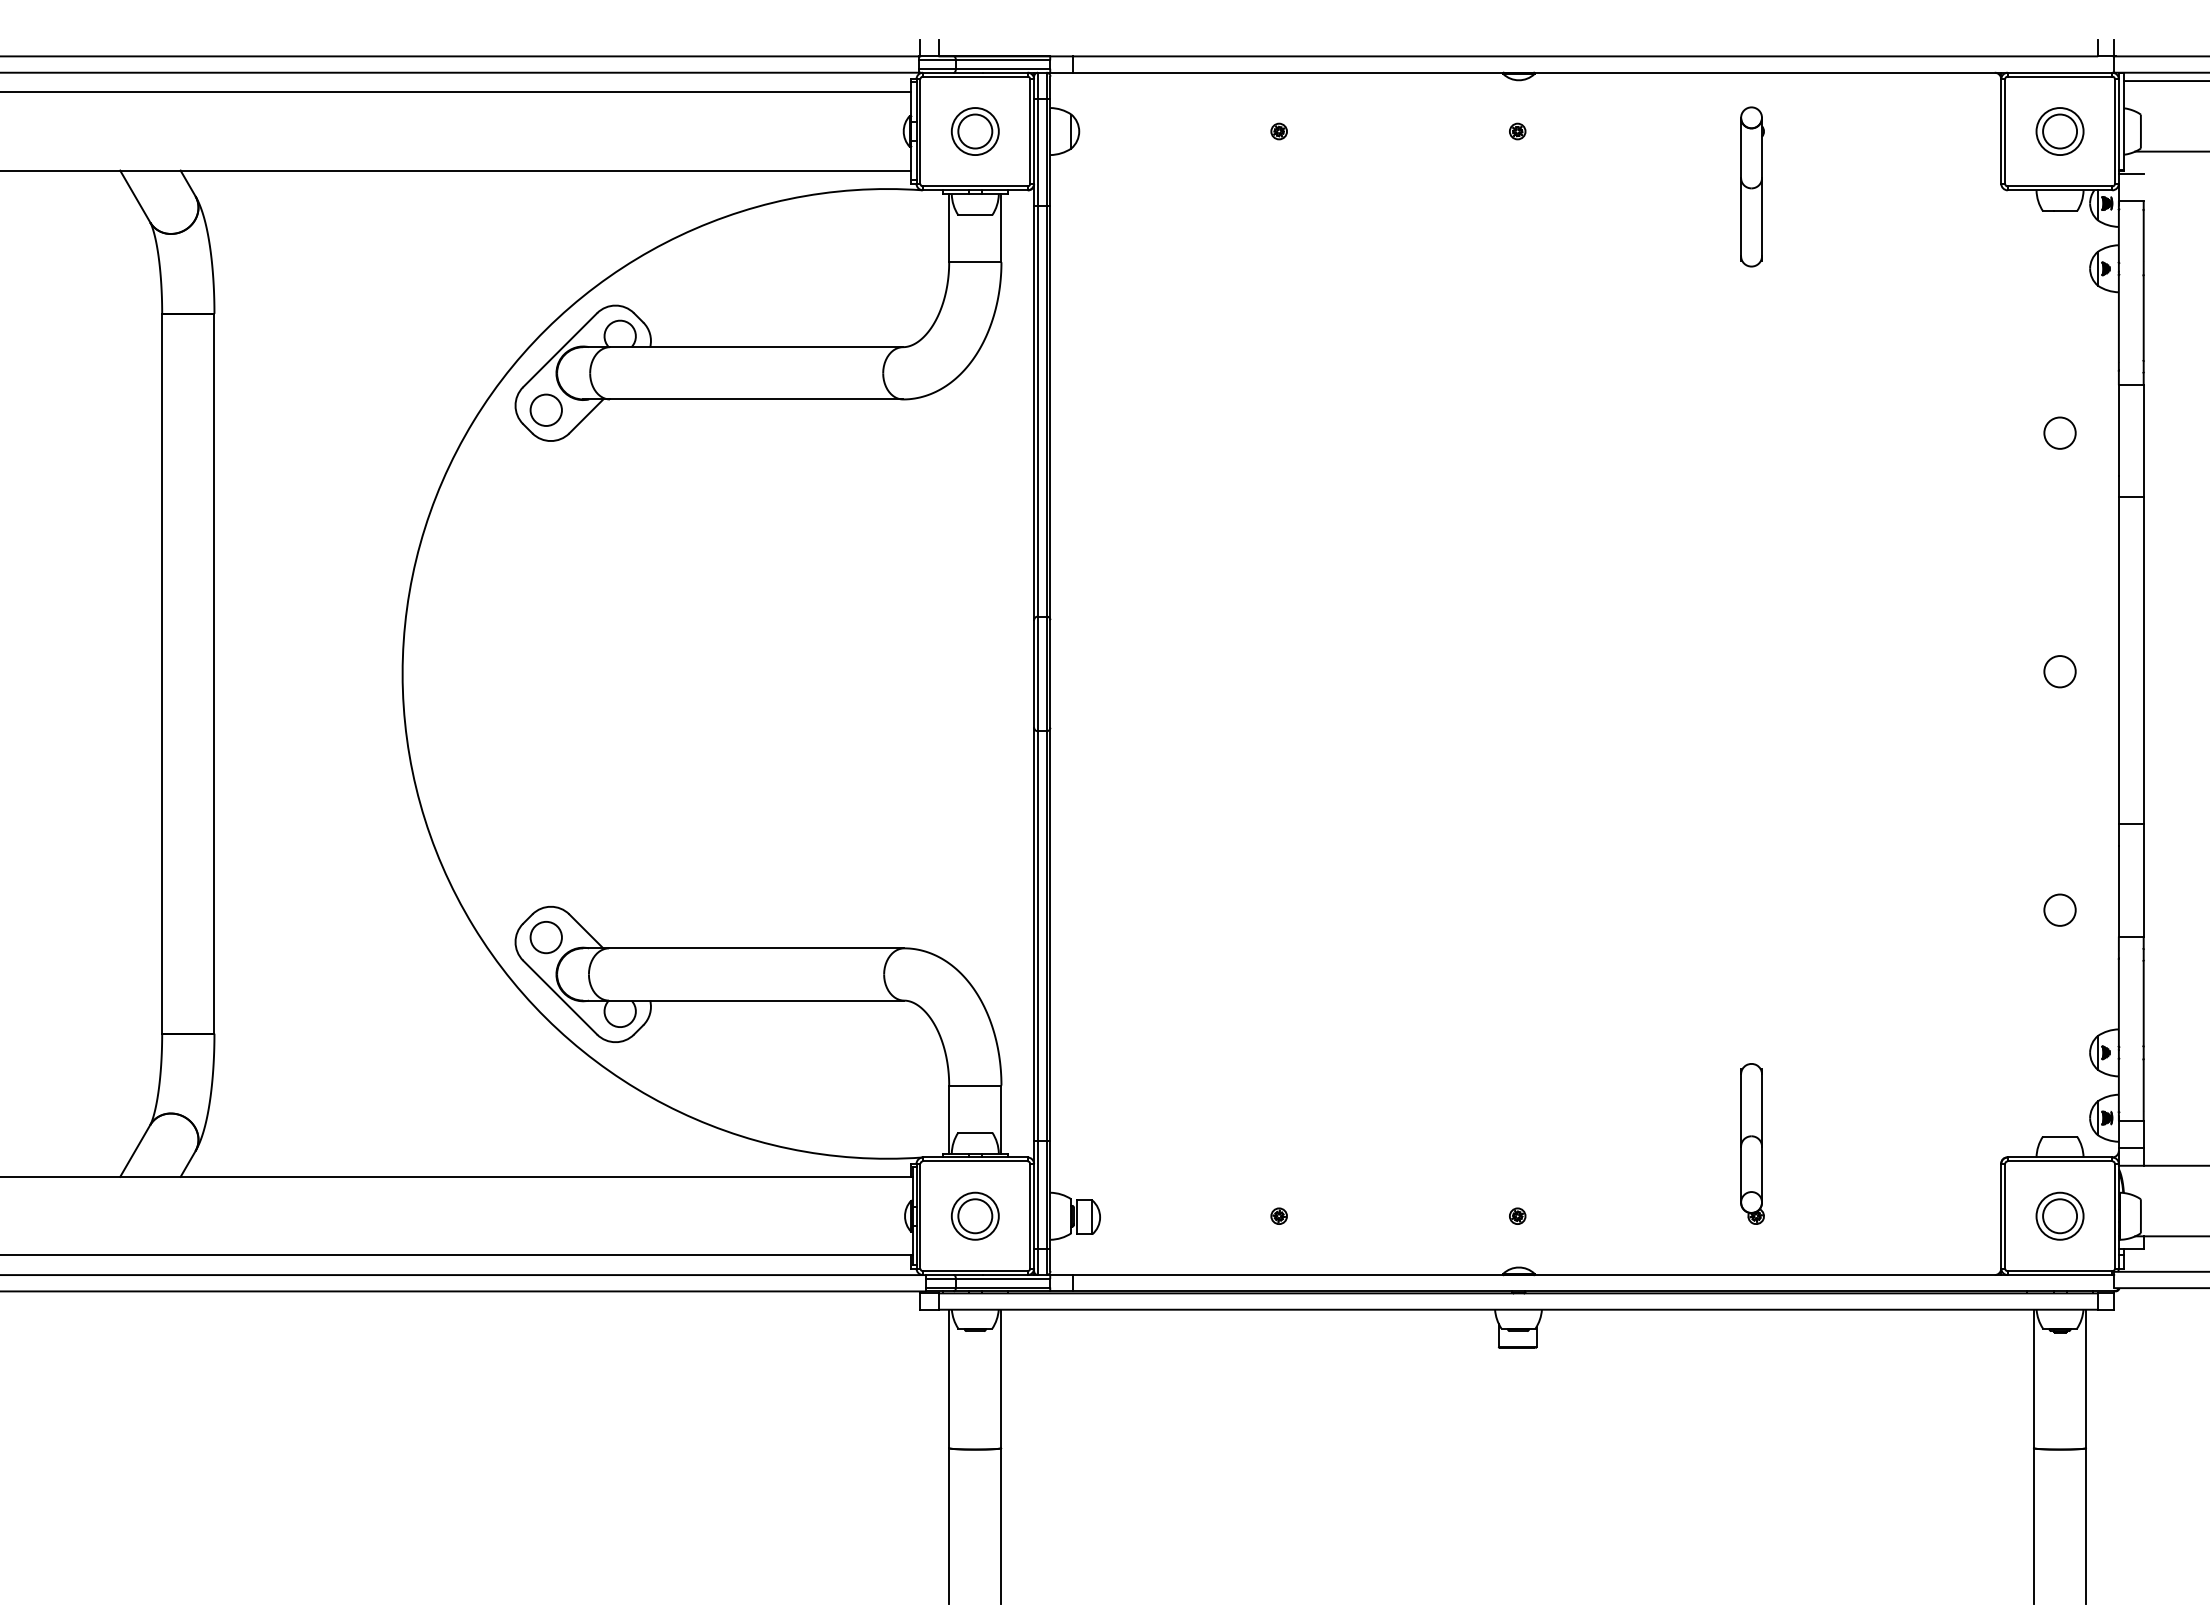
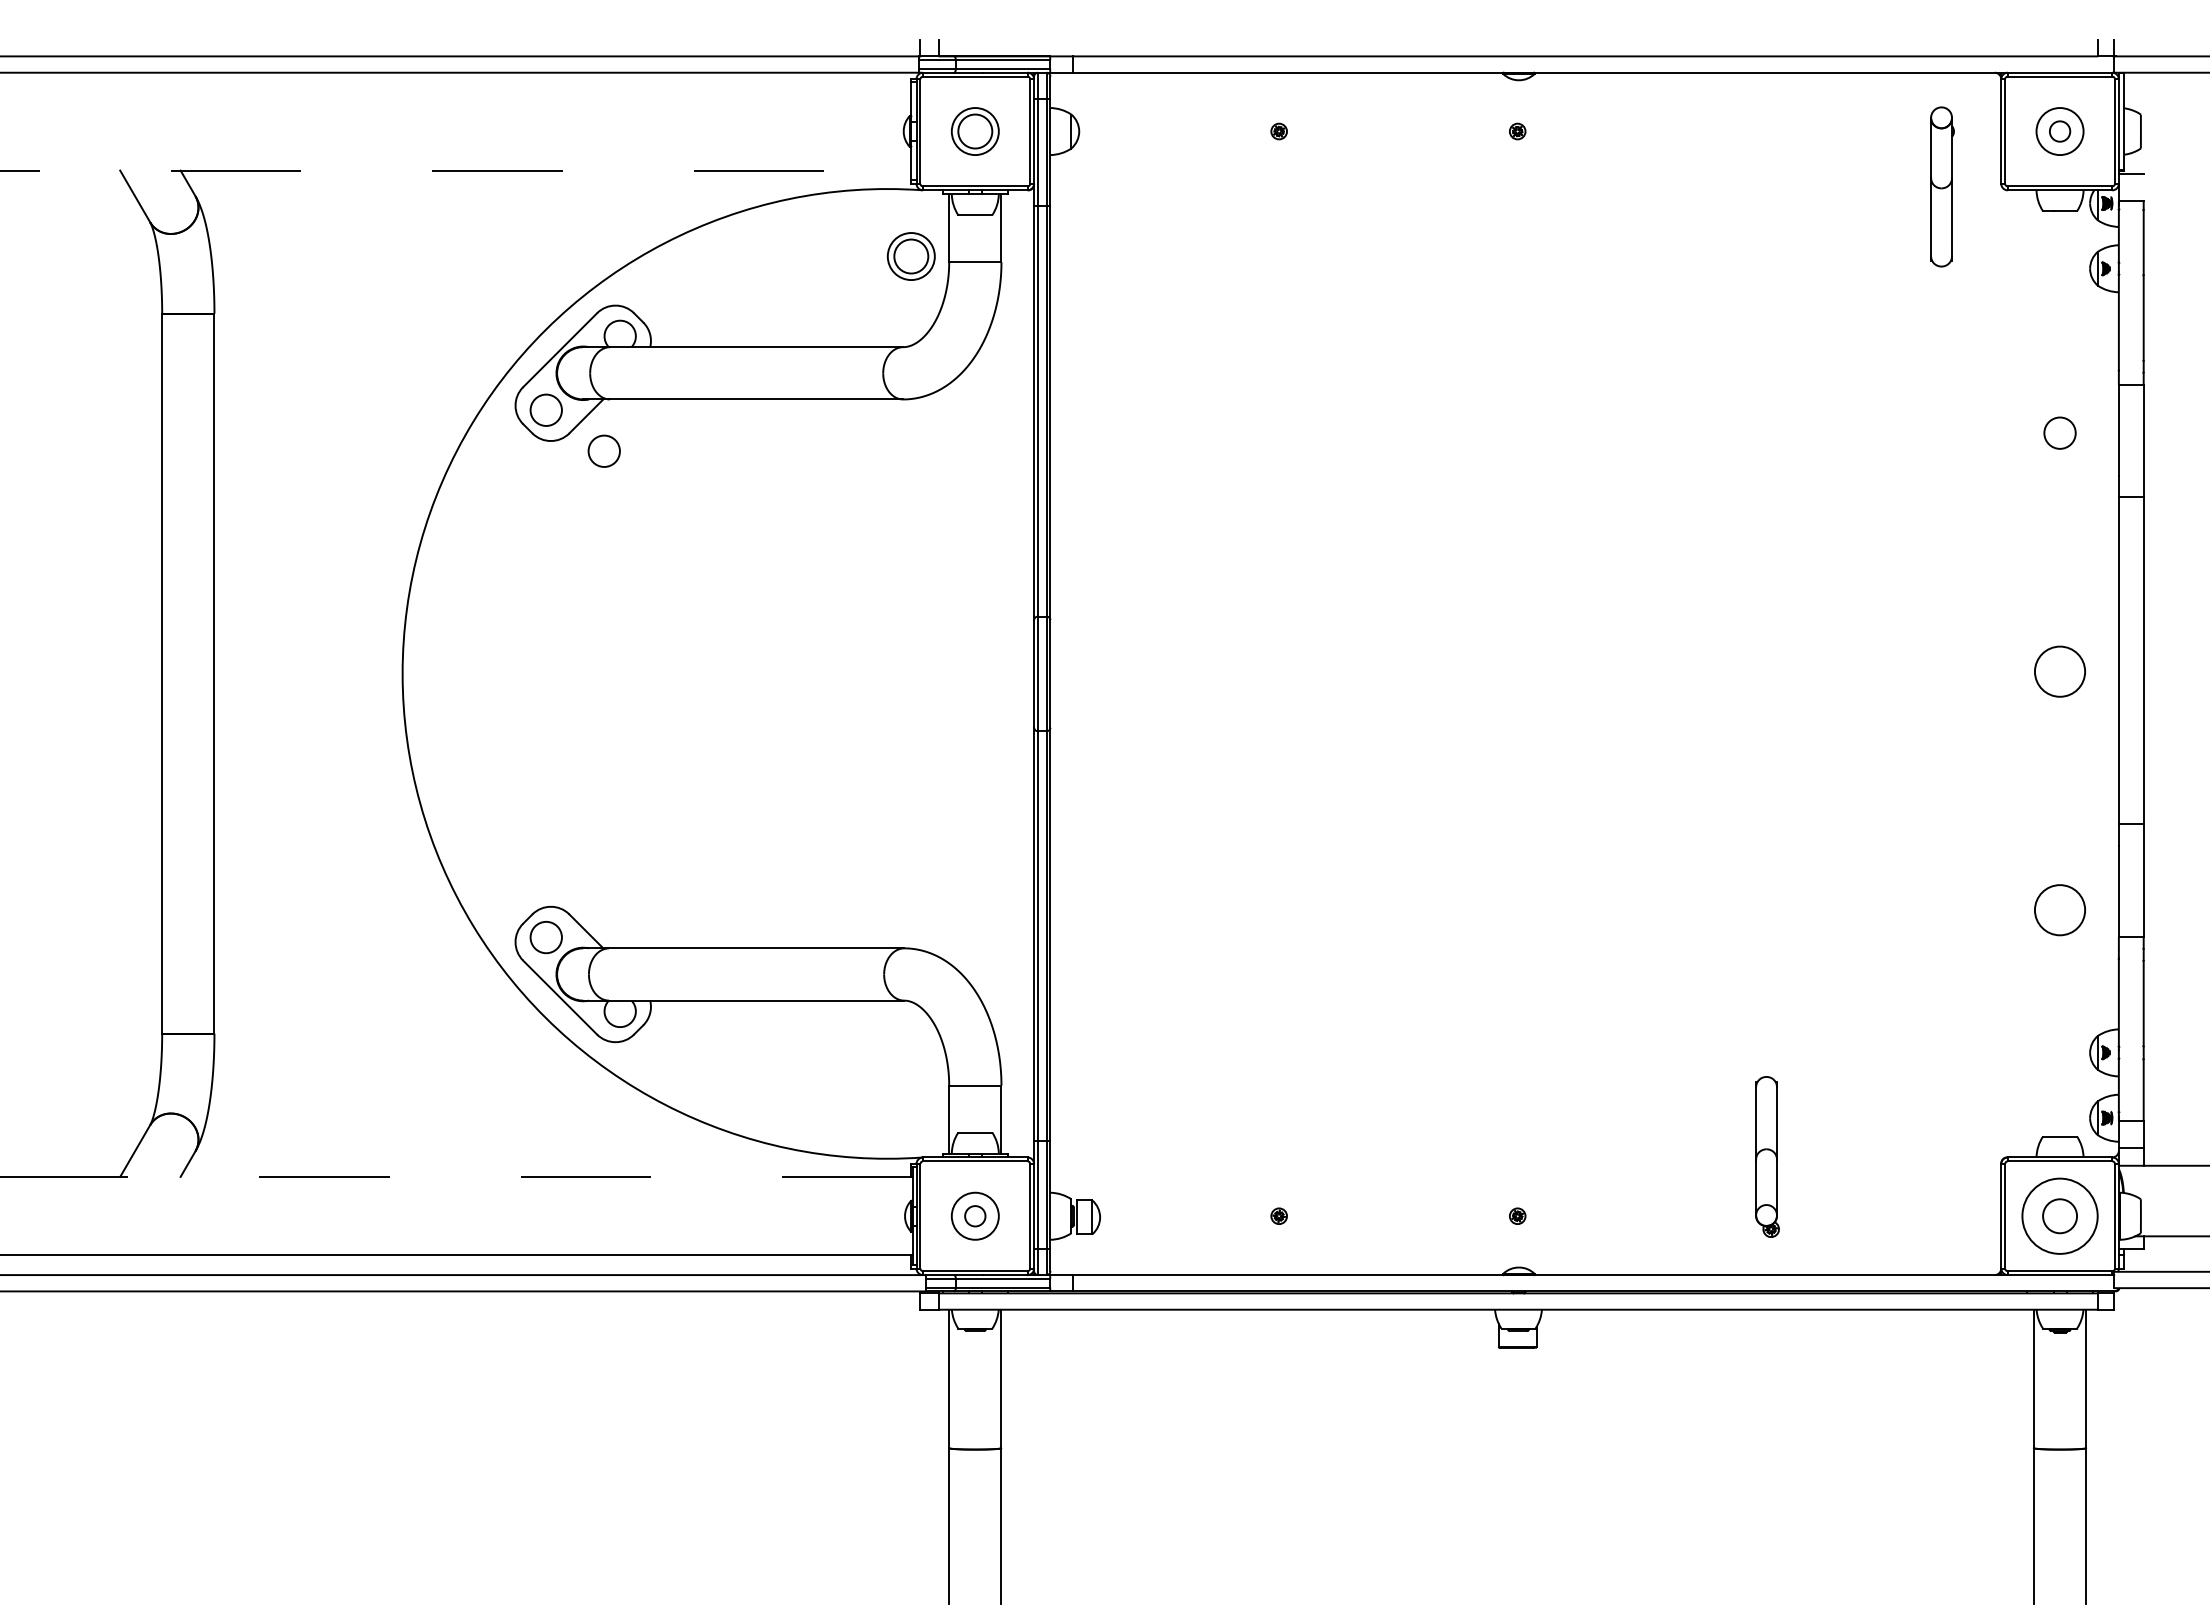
line at (2165, 81): present -> none
line at (456, 92): present -> none
circle at (2060, 131) diameter: 34 px -> 20 px
line at (2170, 151): present -> none
line at (456, 170): solid -> dashed
part at (1752, 186) position: (1752, 186) -> (1942, 186)
part at (910, 256): none -> present
circle at (603, 450): none -> present
circle at (2059, 671) diameter: 31 px -> 50 px
circle at (2059, 909) diameter: 31 px -> 50 px
part at (1752, 1143) position: (1752, 1143) -> (1767, 1156)
line at (456, 1176): solid -> dashed
circle at (2059, 1215) diameter: 47 px -> 75 px
circle at (975, 1216) diameter: 34 px -> 20 px
